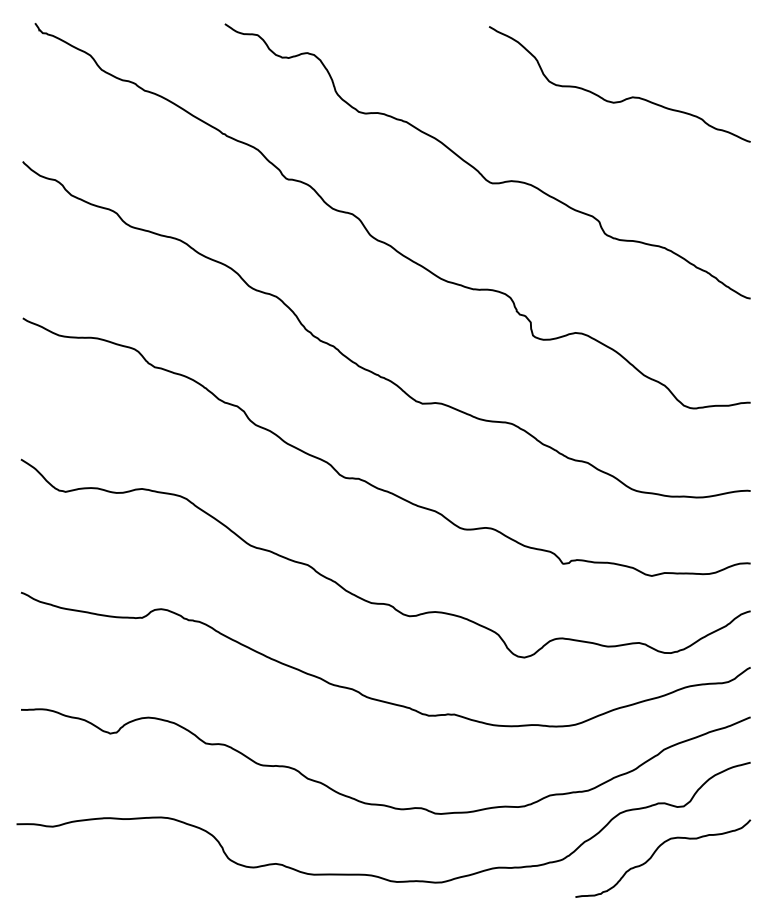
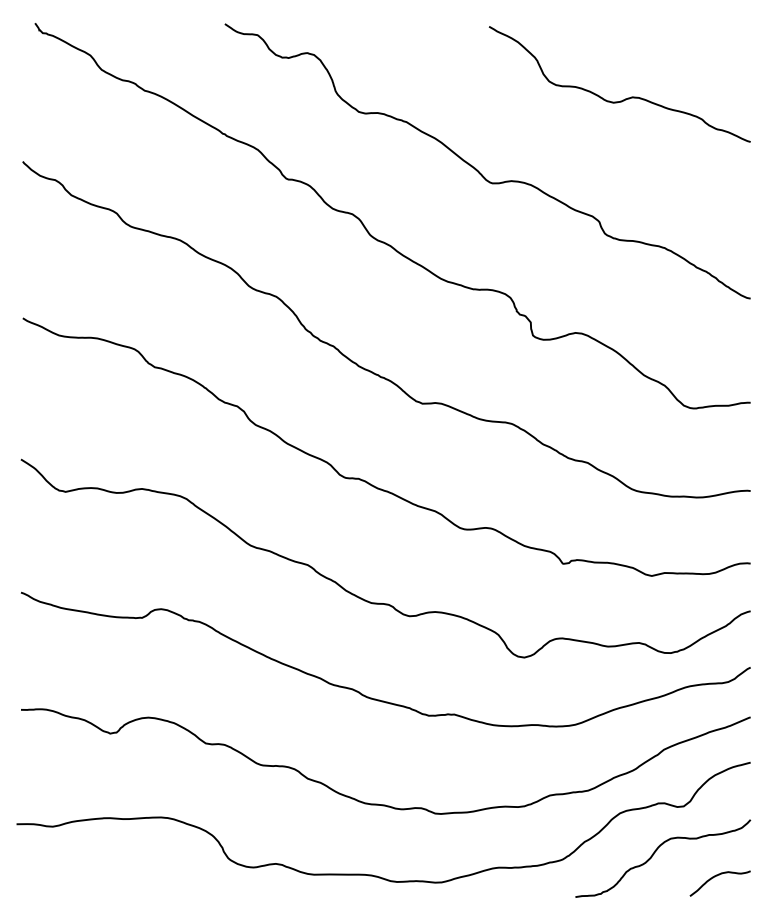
curve at (715, 877): none -> present
